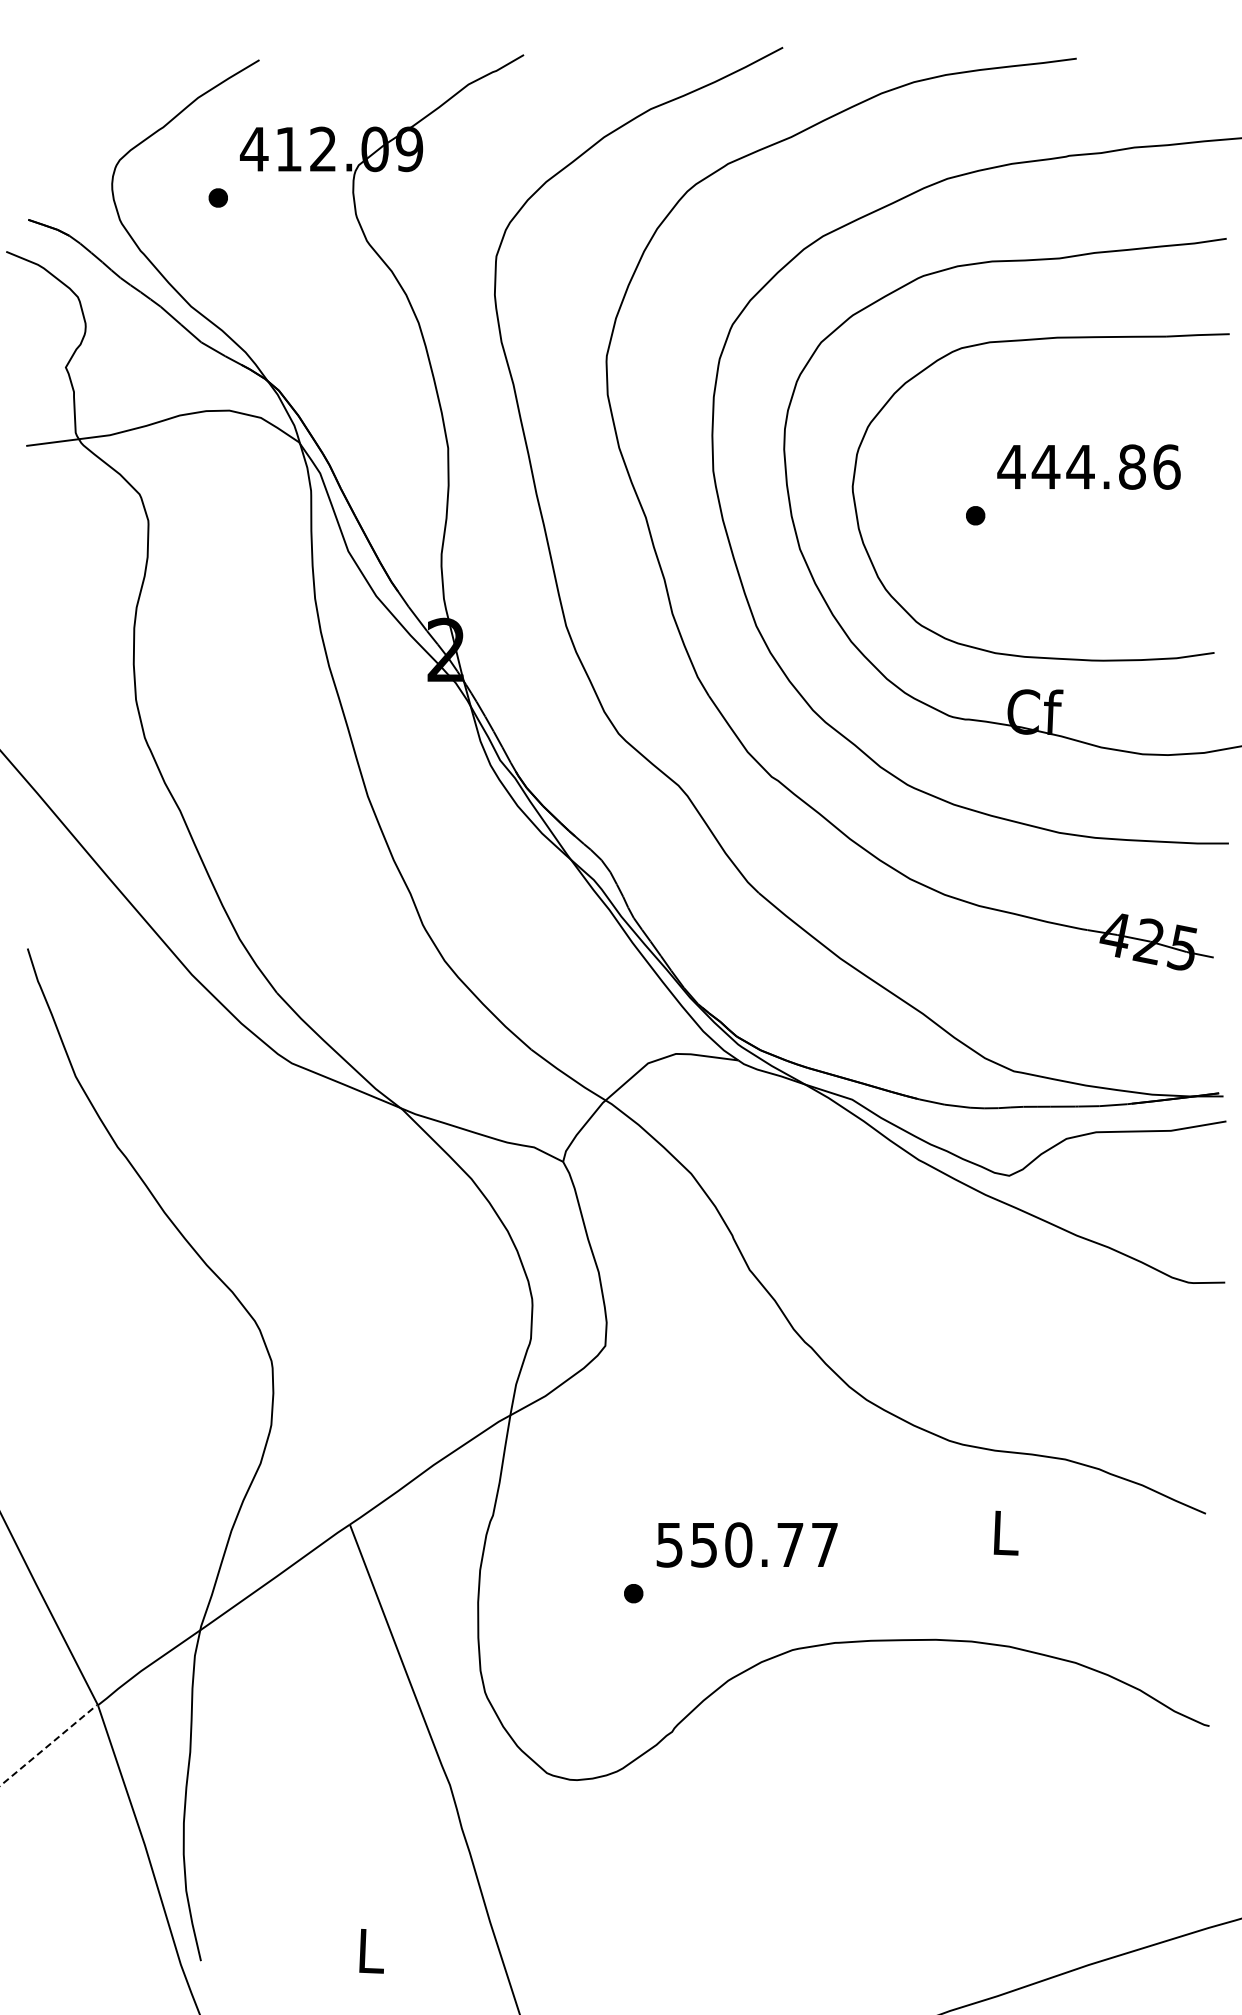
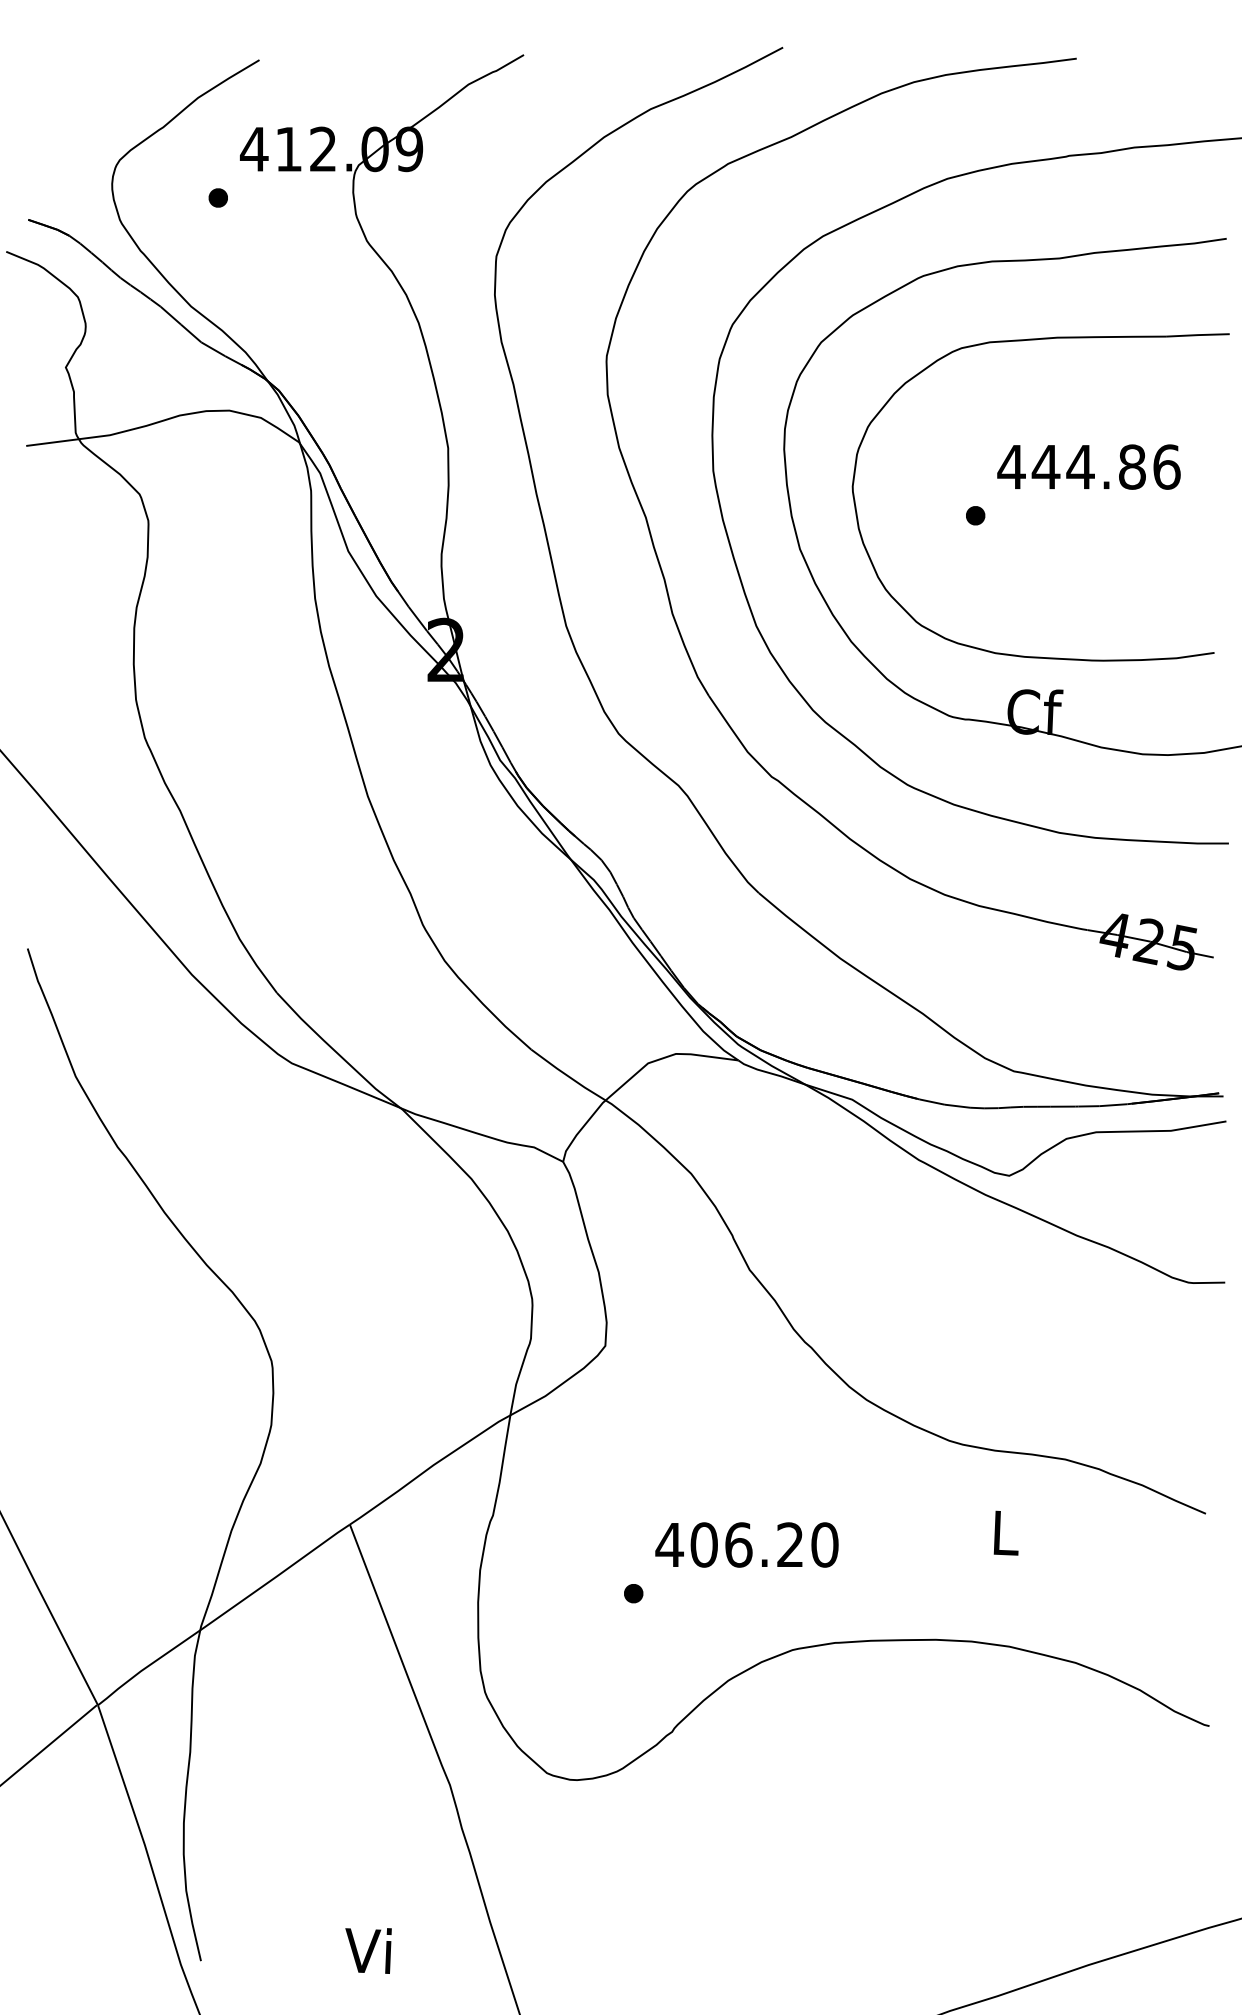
text at (746, 1544): 550.77 -> 406.20
line at (48, 1745): dashed -> solid
text at (368, 1950): L -> Vi
